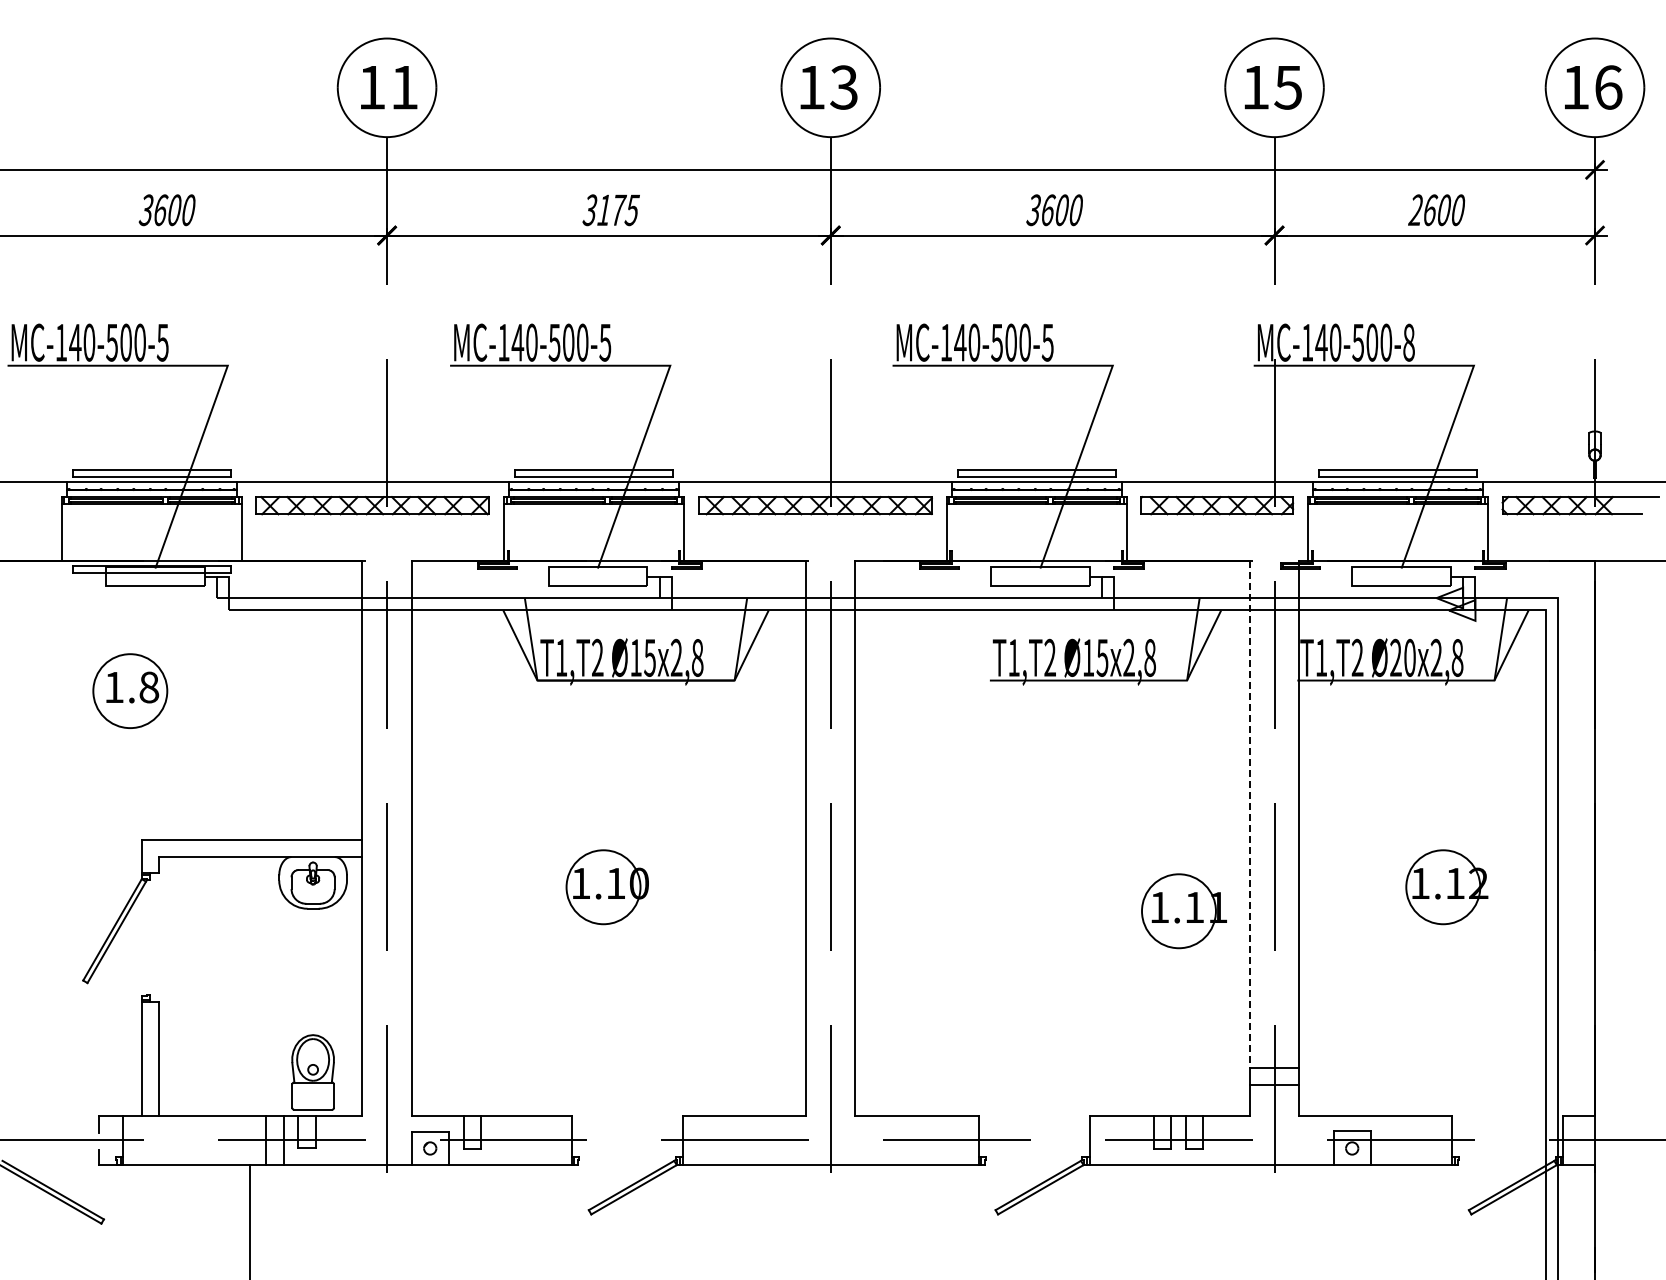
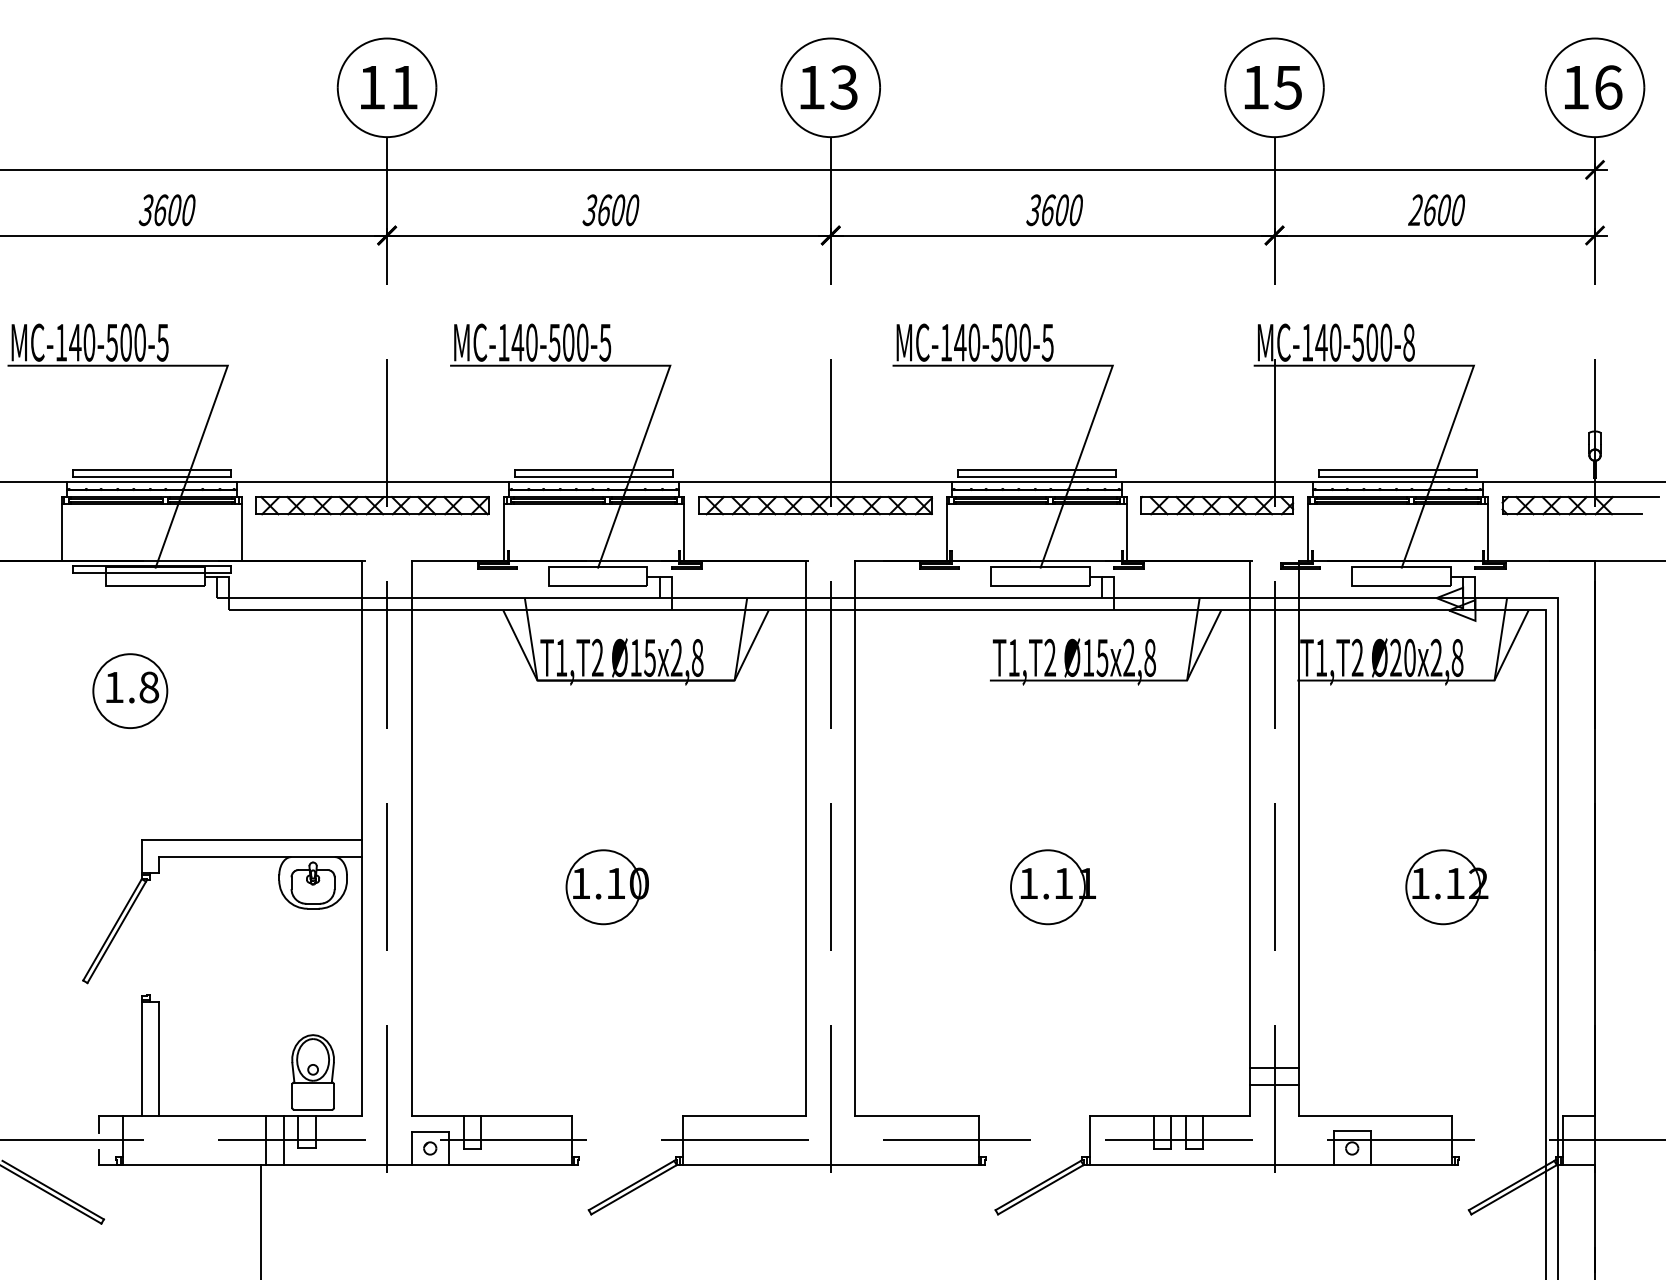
text at (618, 210): 3175 -> 3600
line at (1249, 814): dashed -> solid
part at (1183, 911) position: (1183, 911) -> (1052, 887)
line at (250, 1220) position: (250, 1220) -> (261, 1220)
